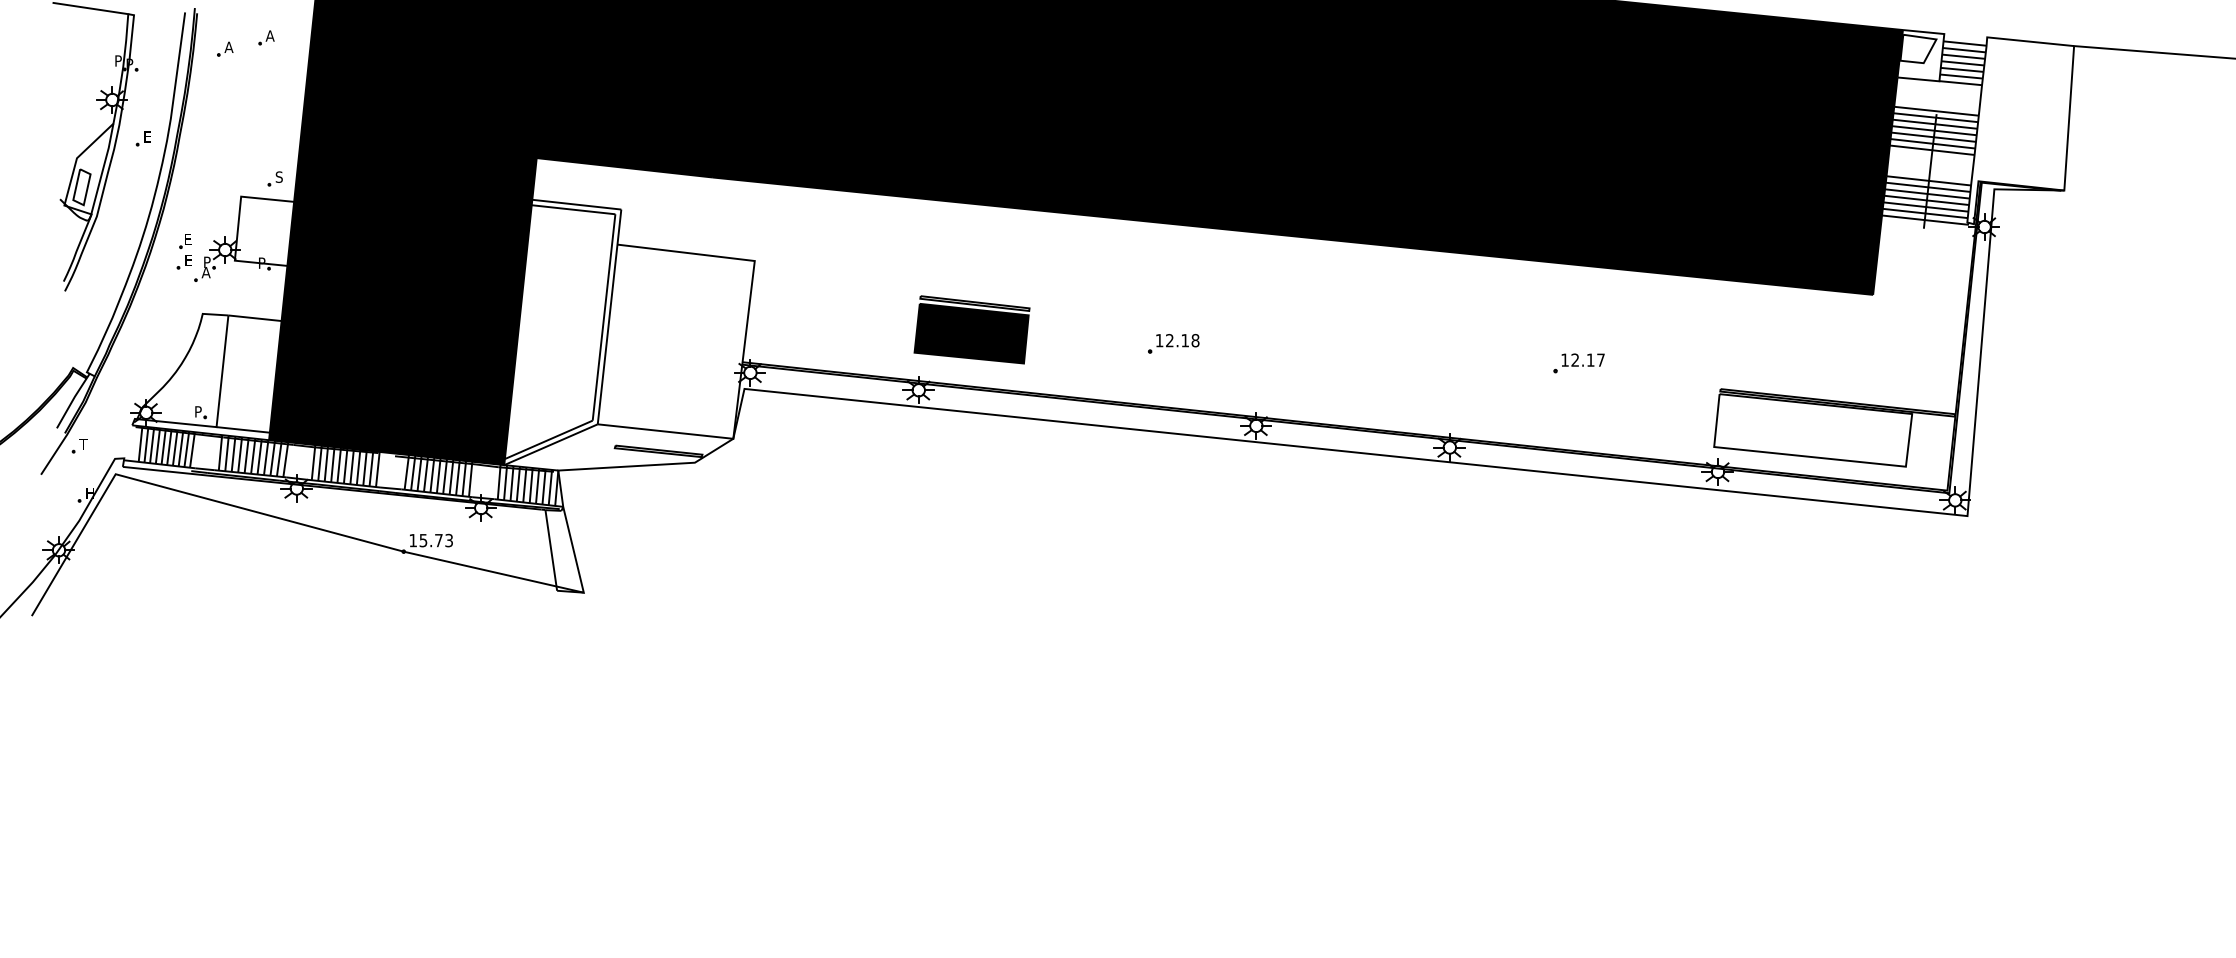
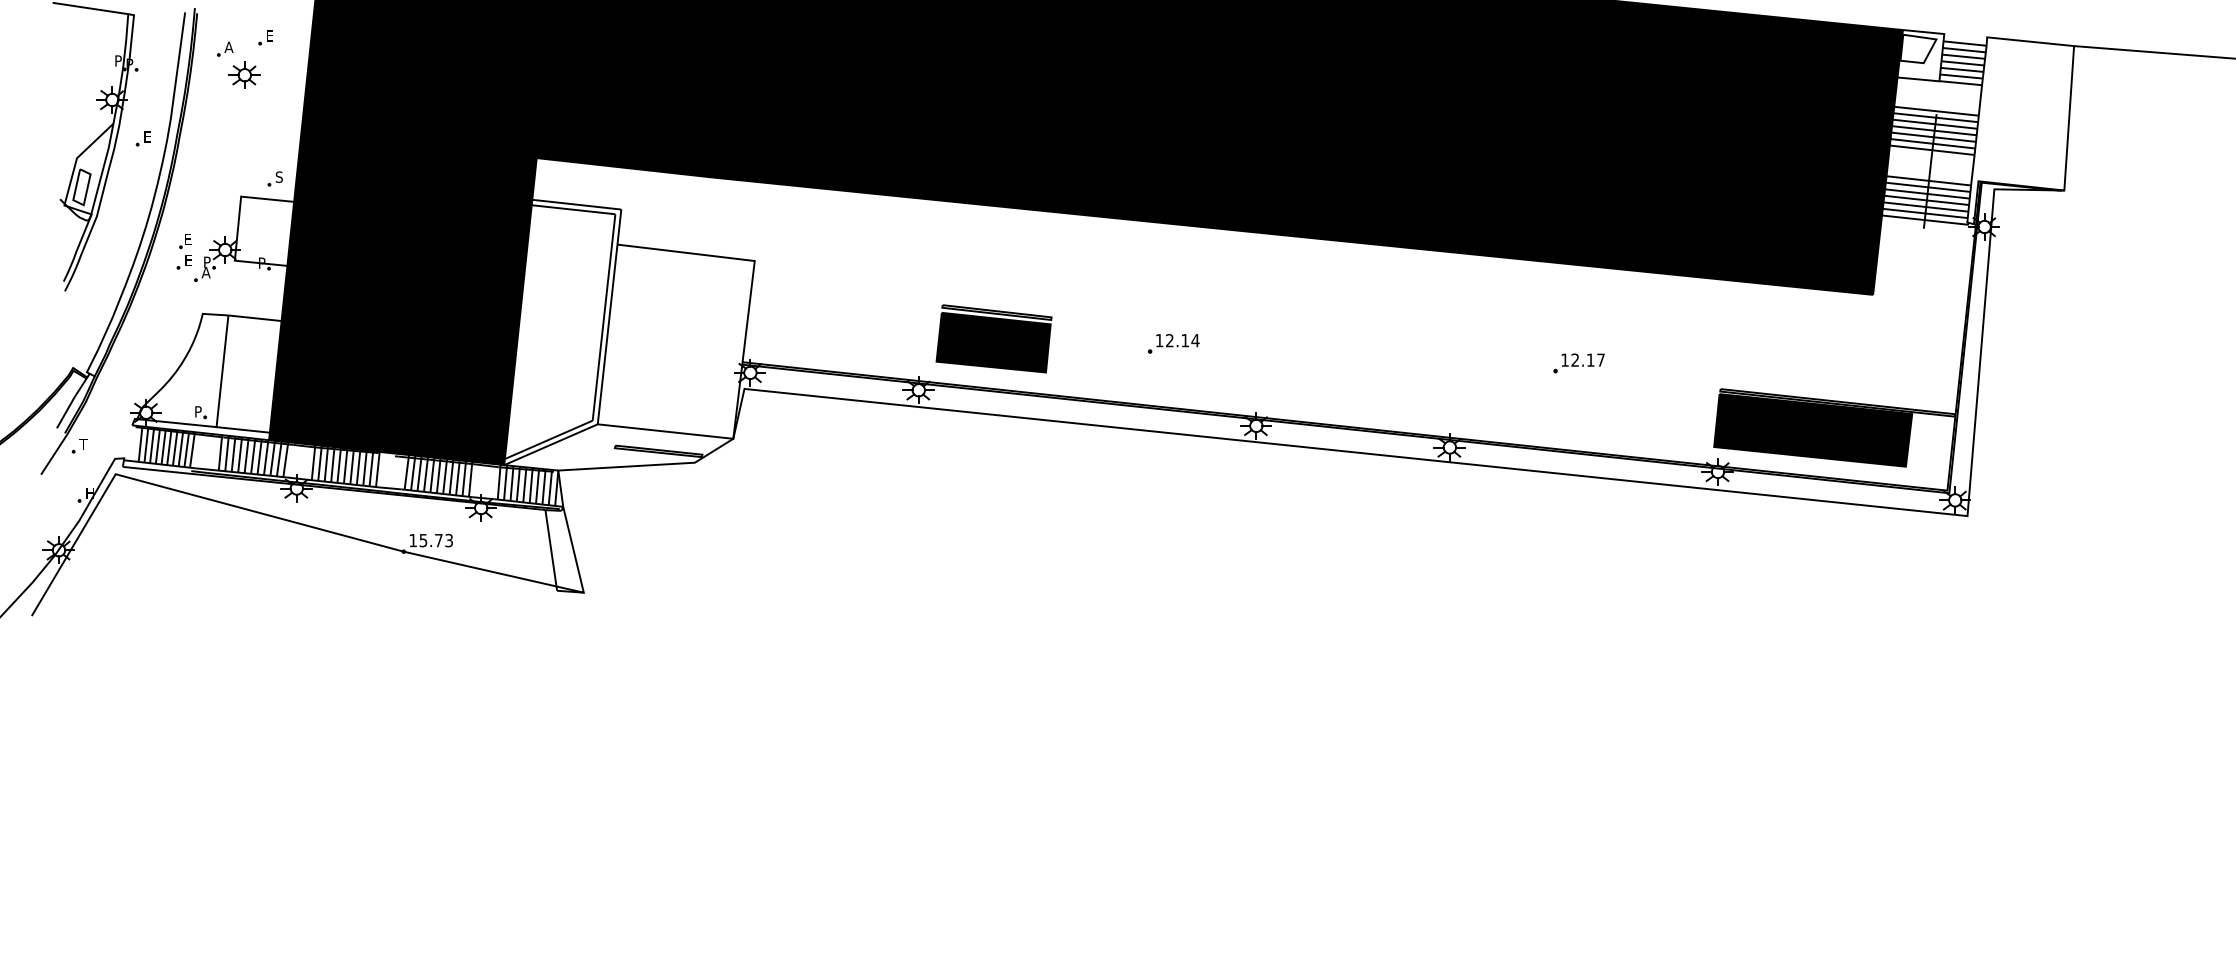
text at (269, 35): A -> E
part at (244, 74): none -> present
part at (971, 329) position: (971, 329) -> (993, 338)
text at (1195, 340): 12.18 -> 12.14
fill at (1813, 430): none -> present
